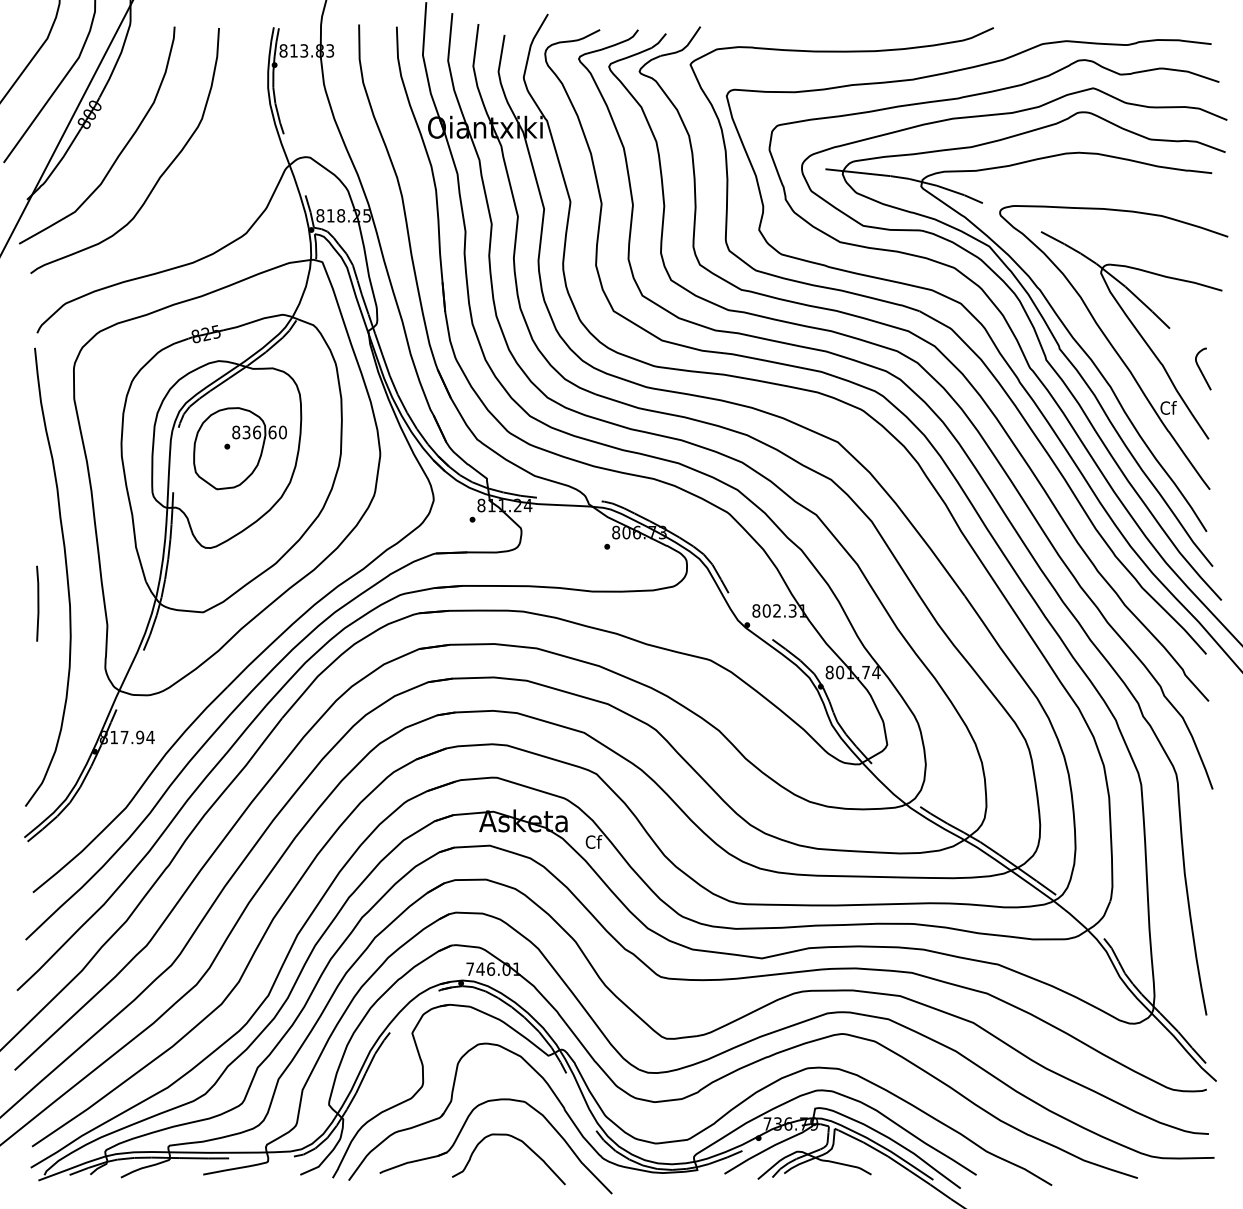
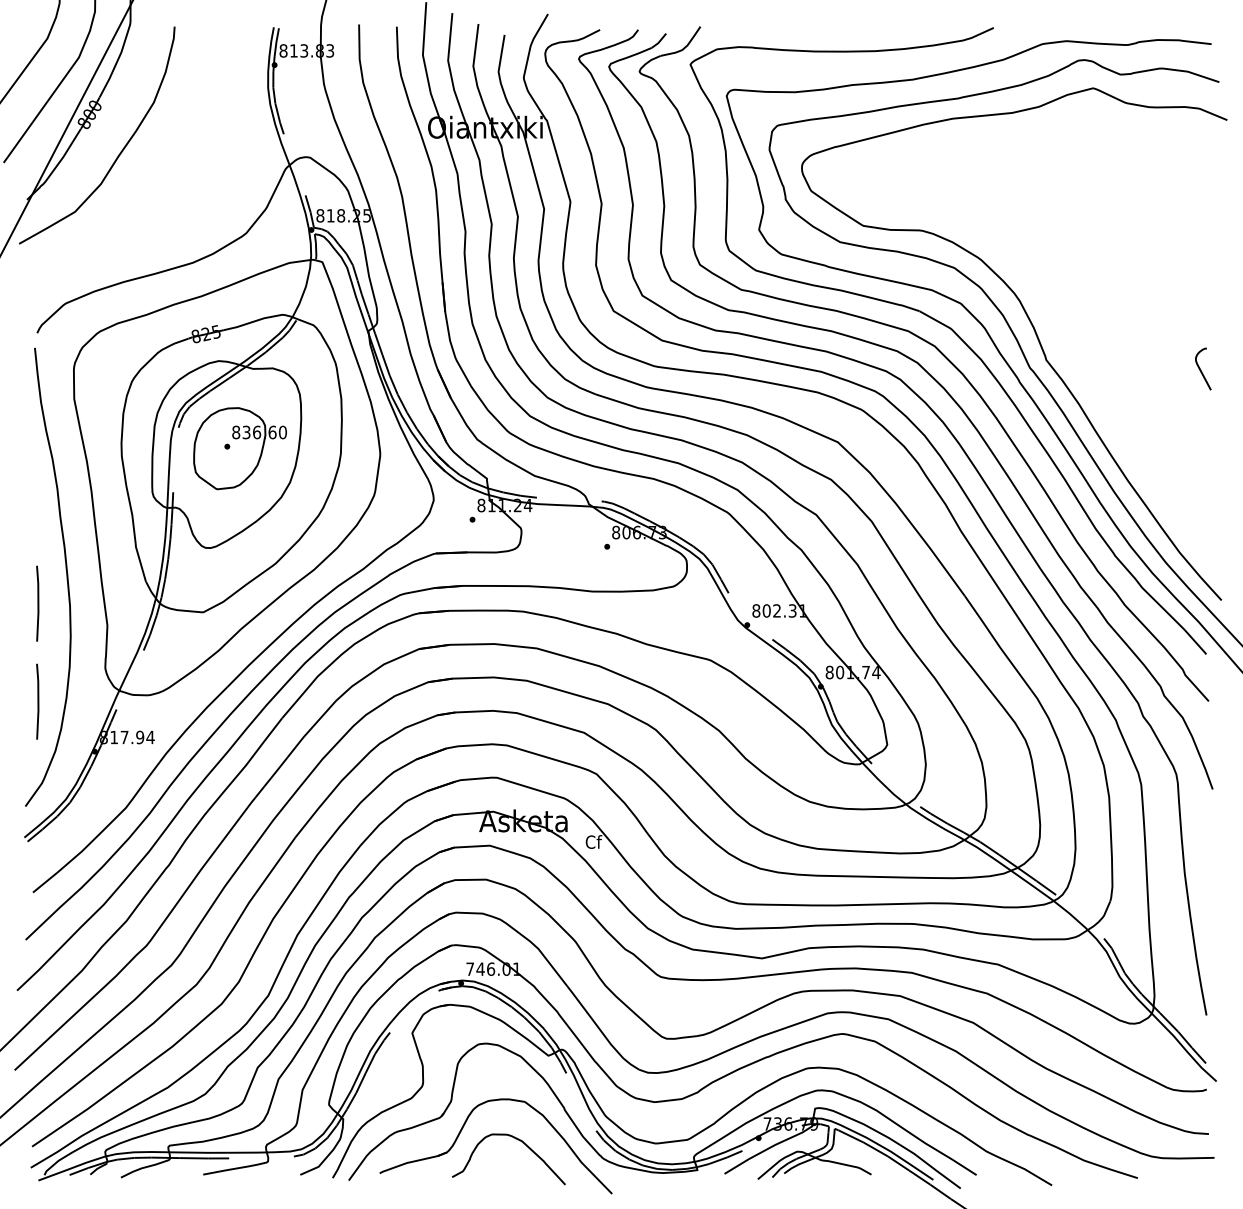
curve at (159, 176): present -> none
part at (1047, 328): present -> none
line at (37, 701): none -> present
